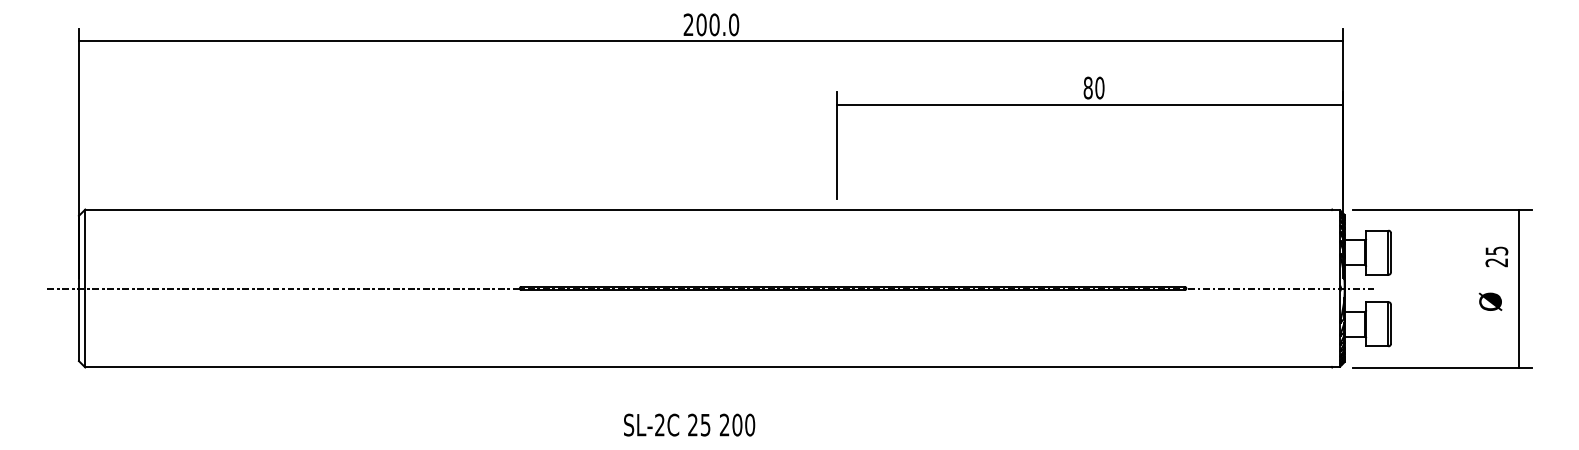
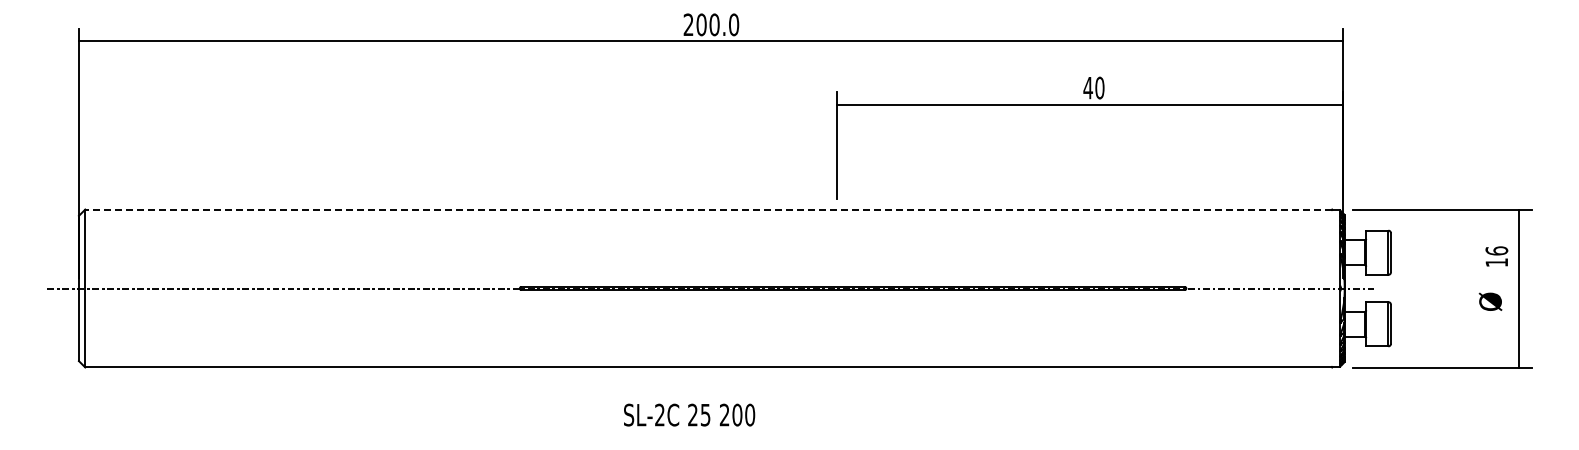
text at (1087, 87): 80 -> 40
line at (708, 209): solid -> dashed
text at (1496, 256): 25 -> 16
text at (689, 424) position: (689, 424) -> (689, 414)
